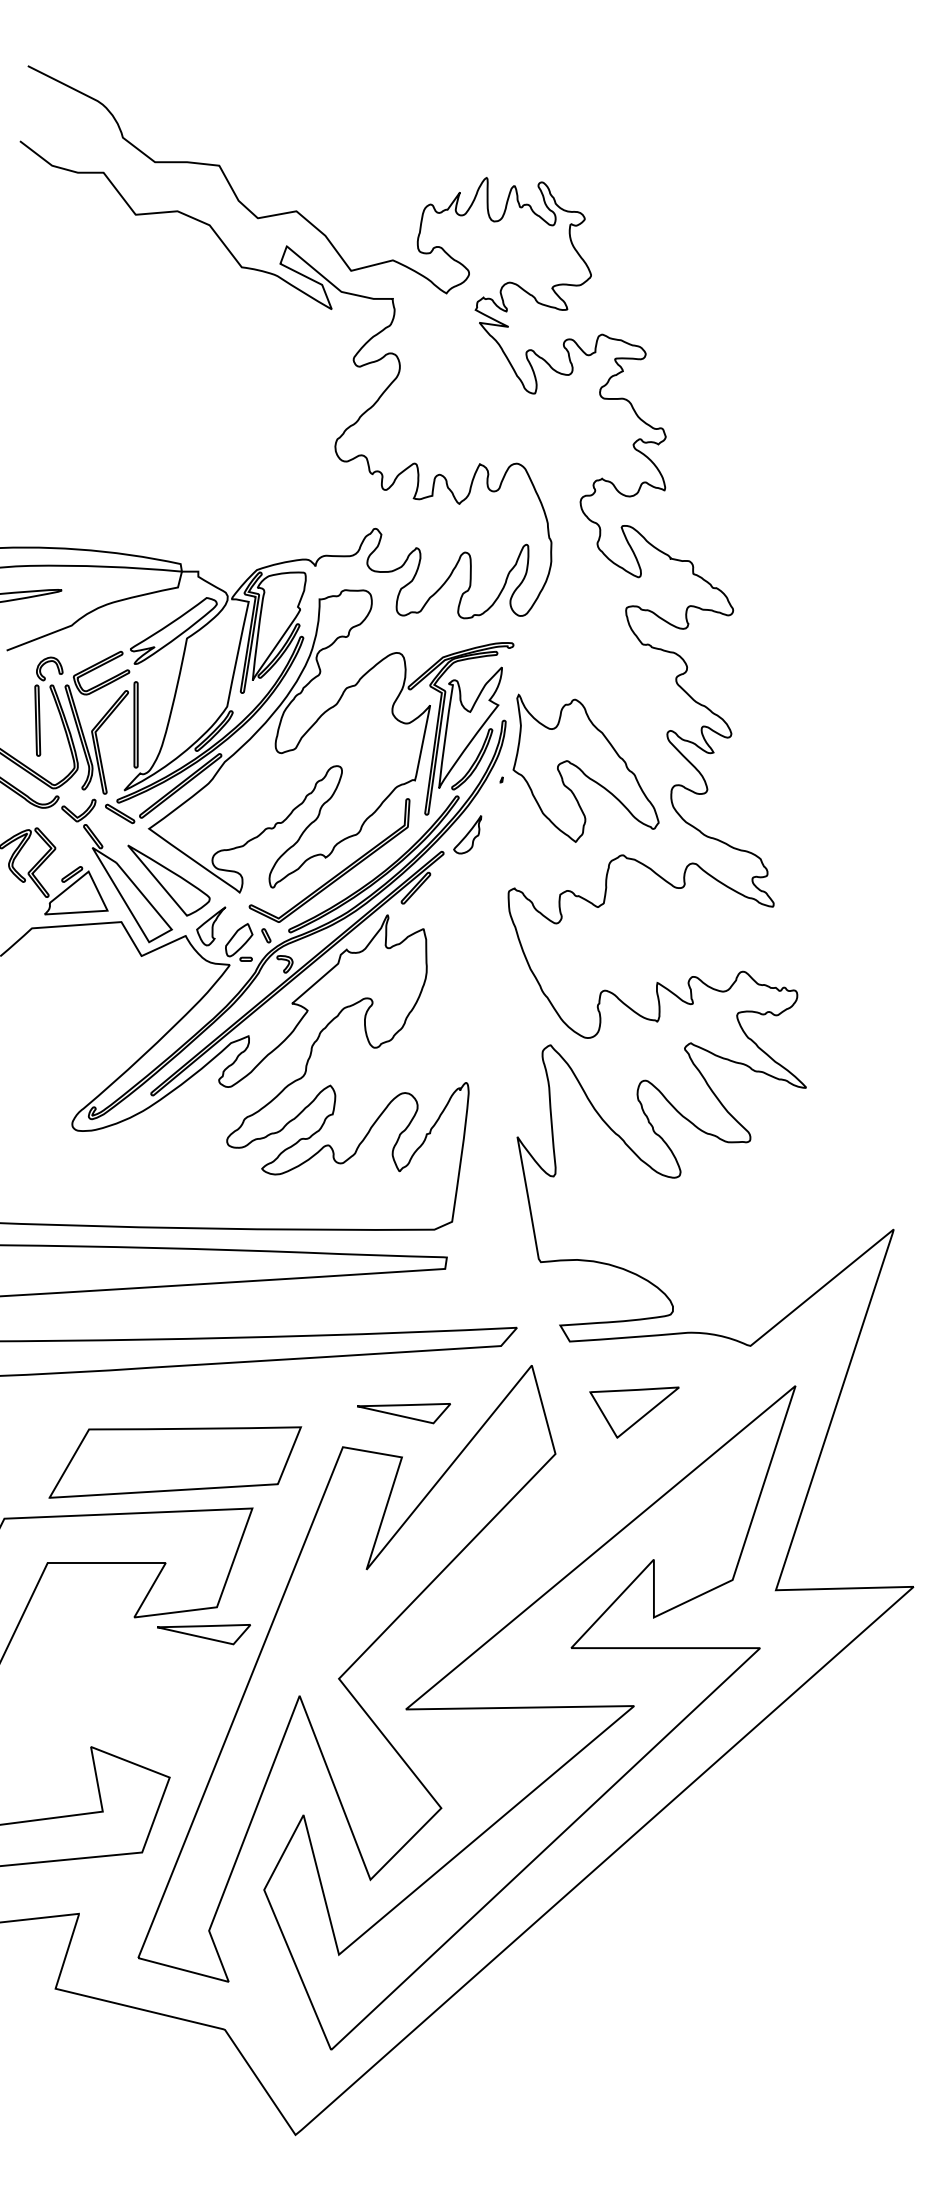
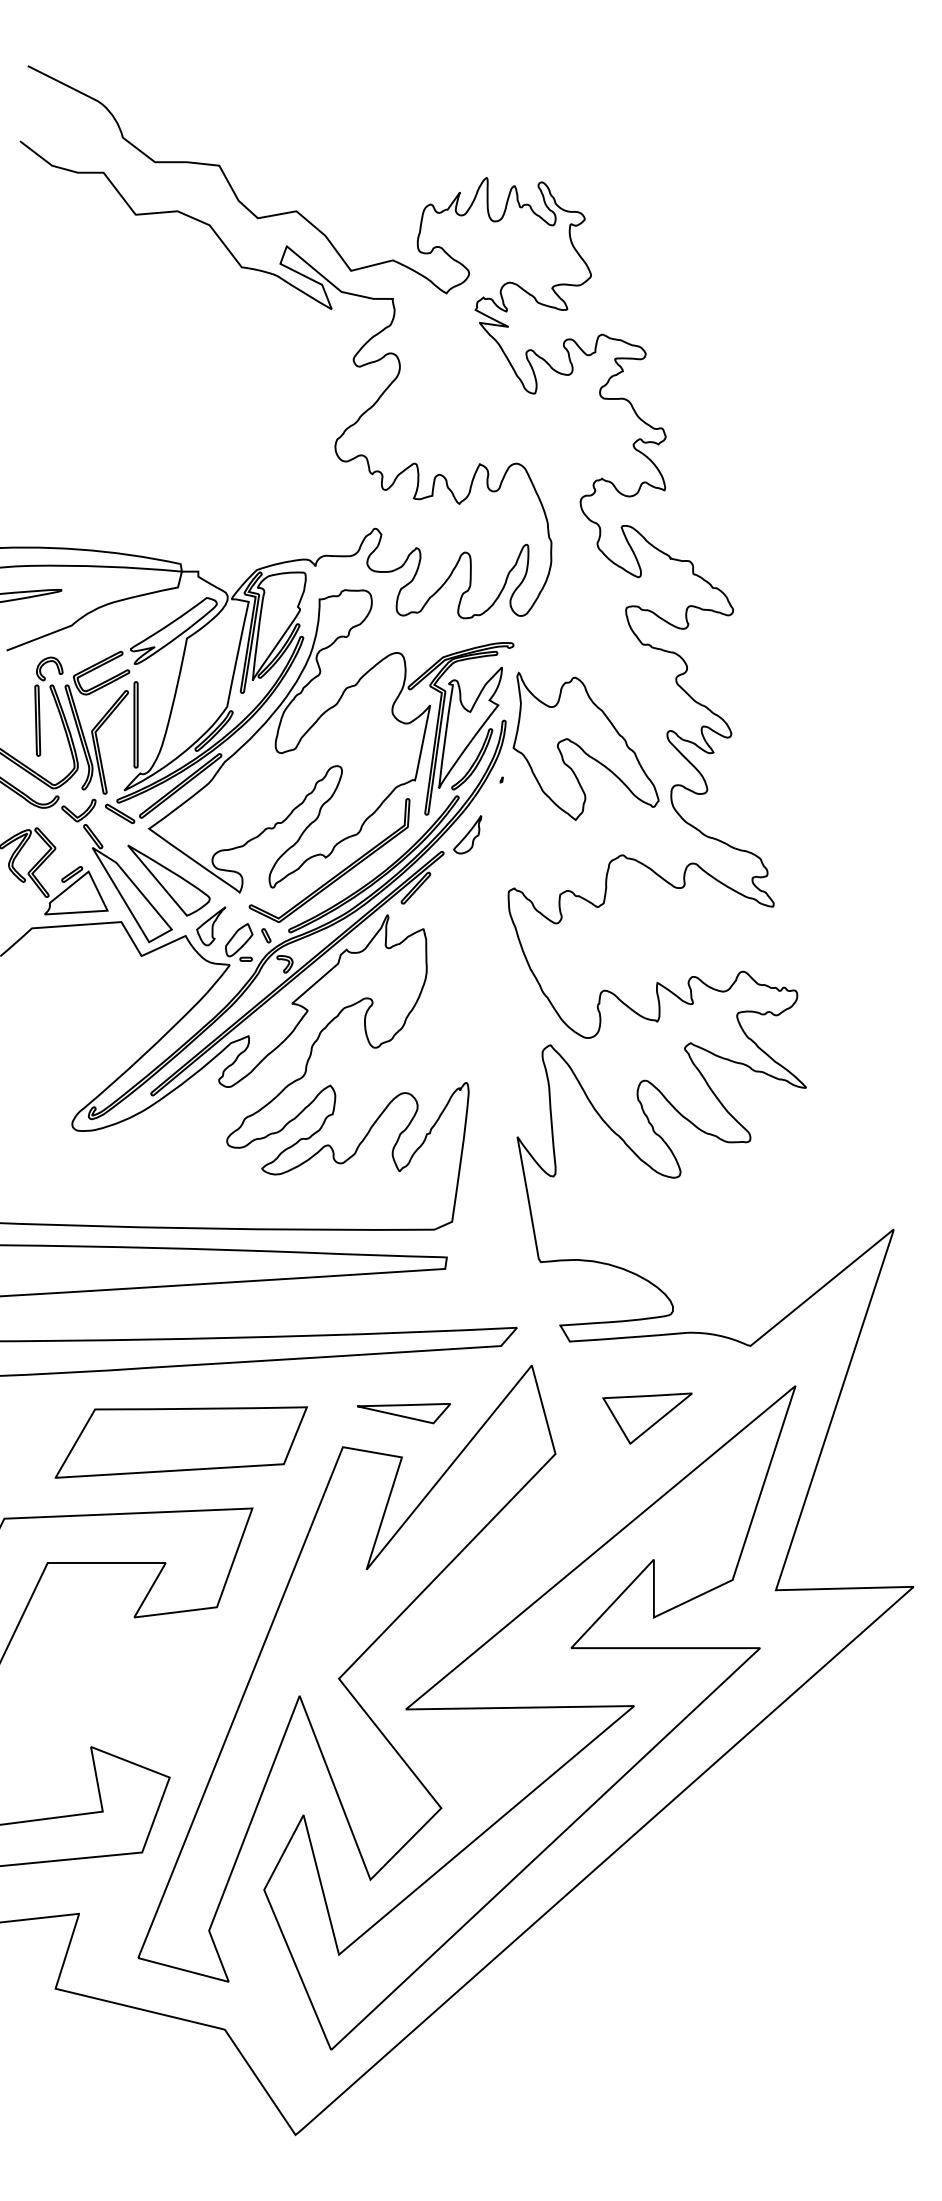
part at (585, 767) position: (585, 767) -> (585, 745)
part at (634, 1412) position: (634, 1412) -> (647, 1418)
part at (175, 1462) position: (175, 1462) -> (181, 1442)
part at (203, 1634): present -> none
